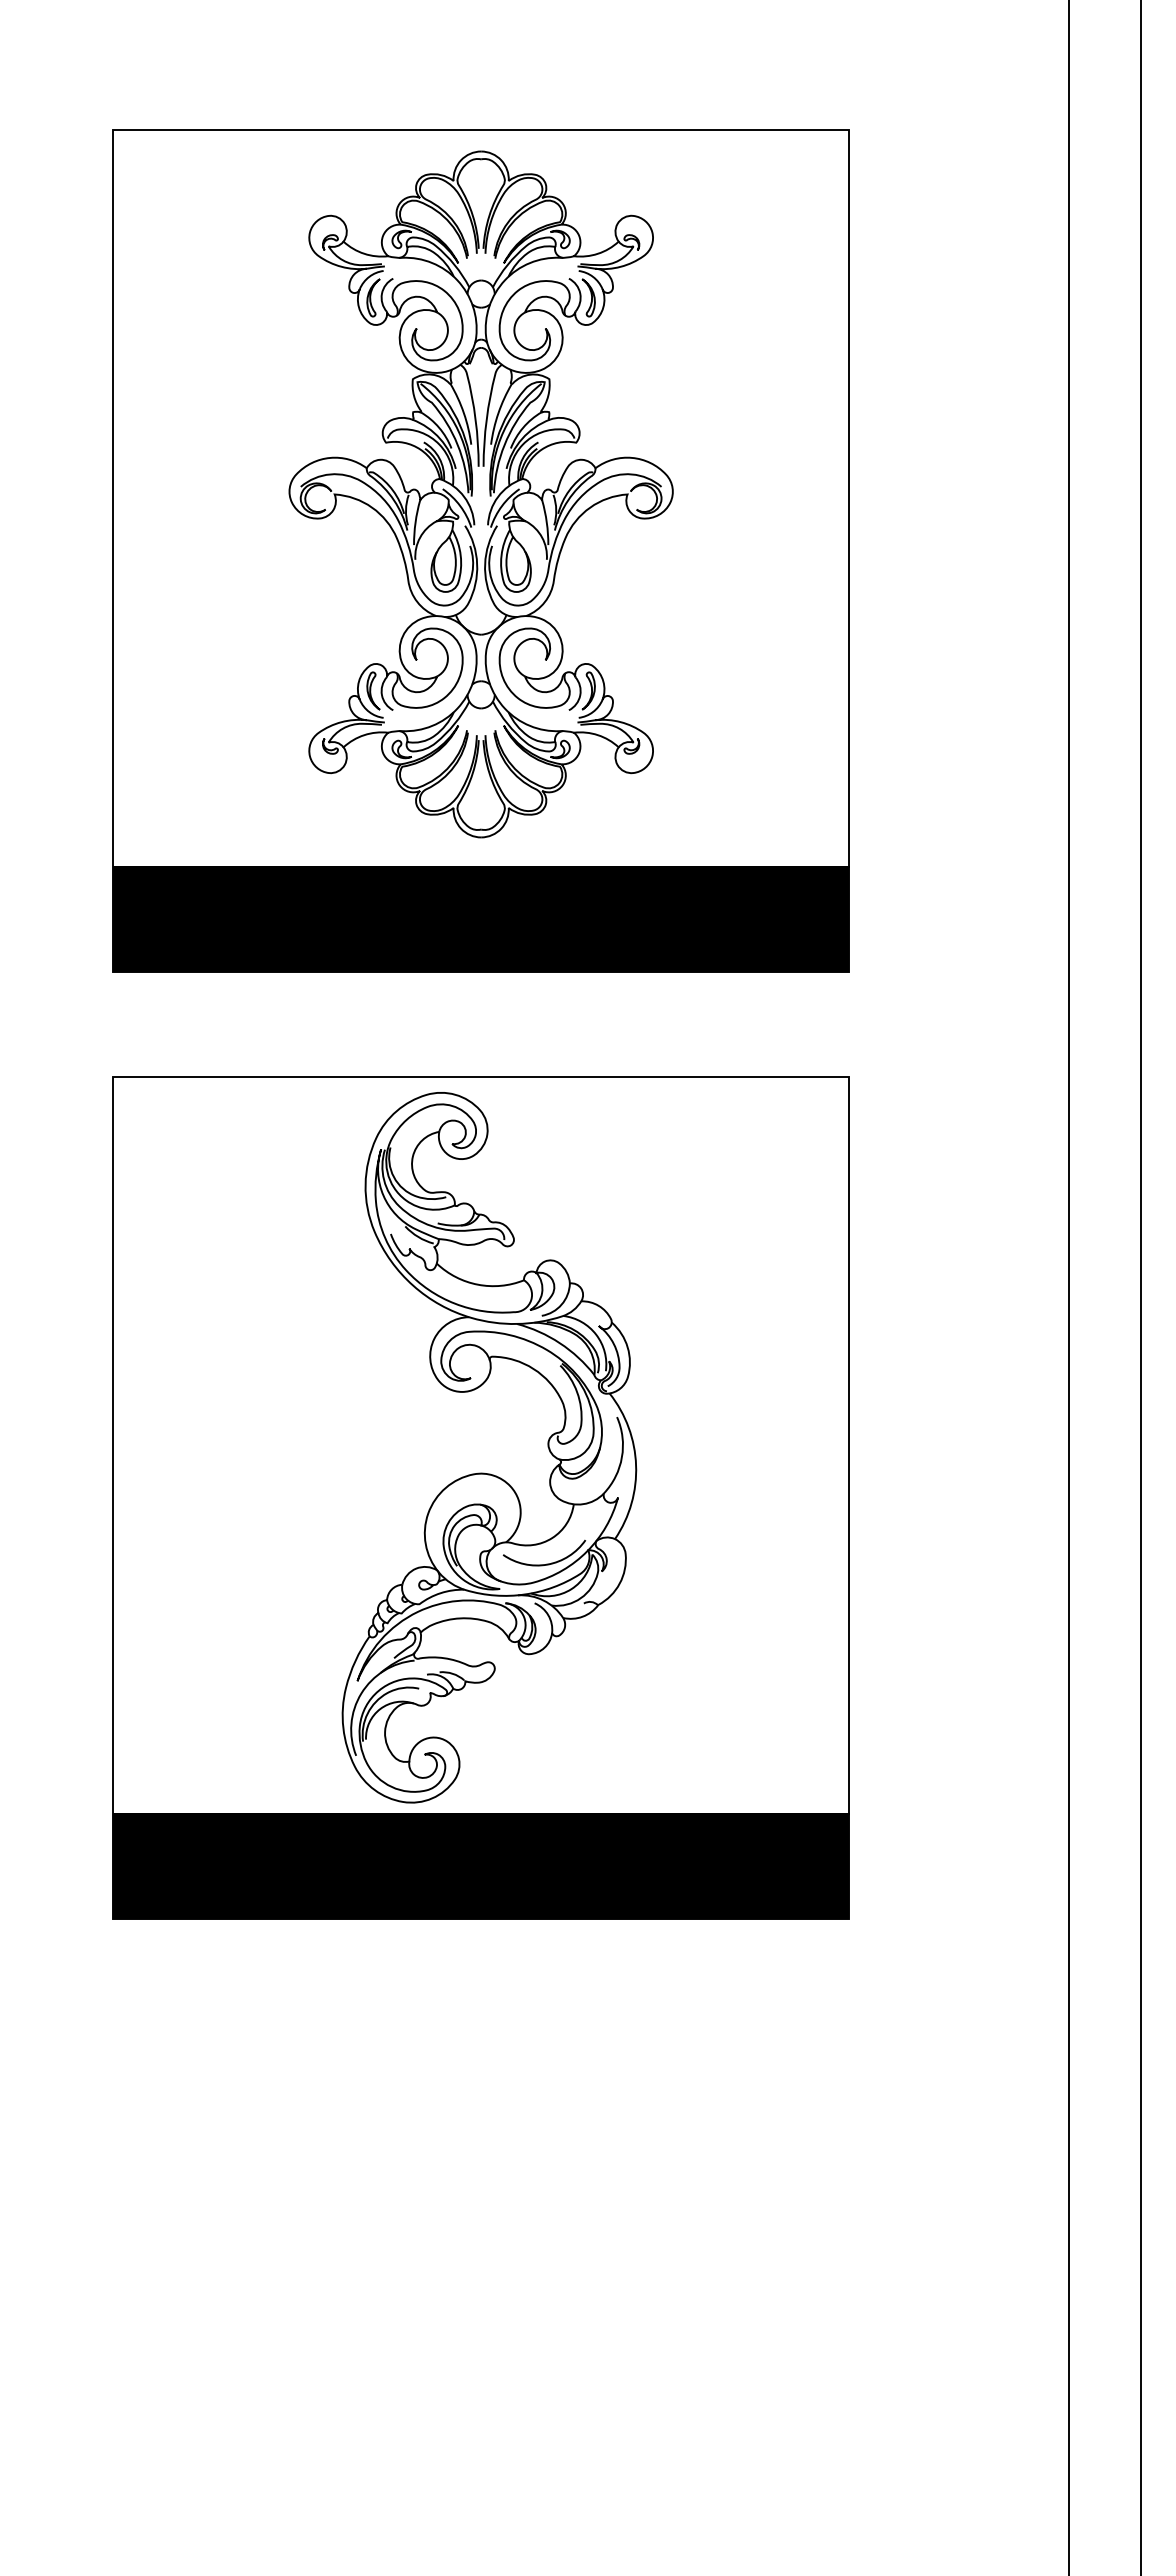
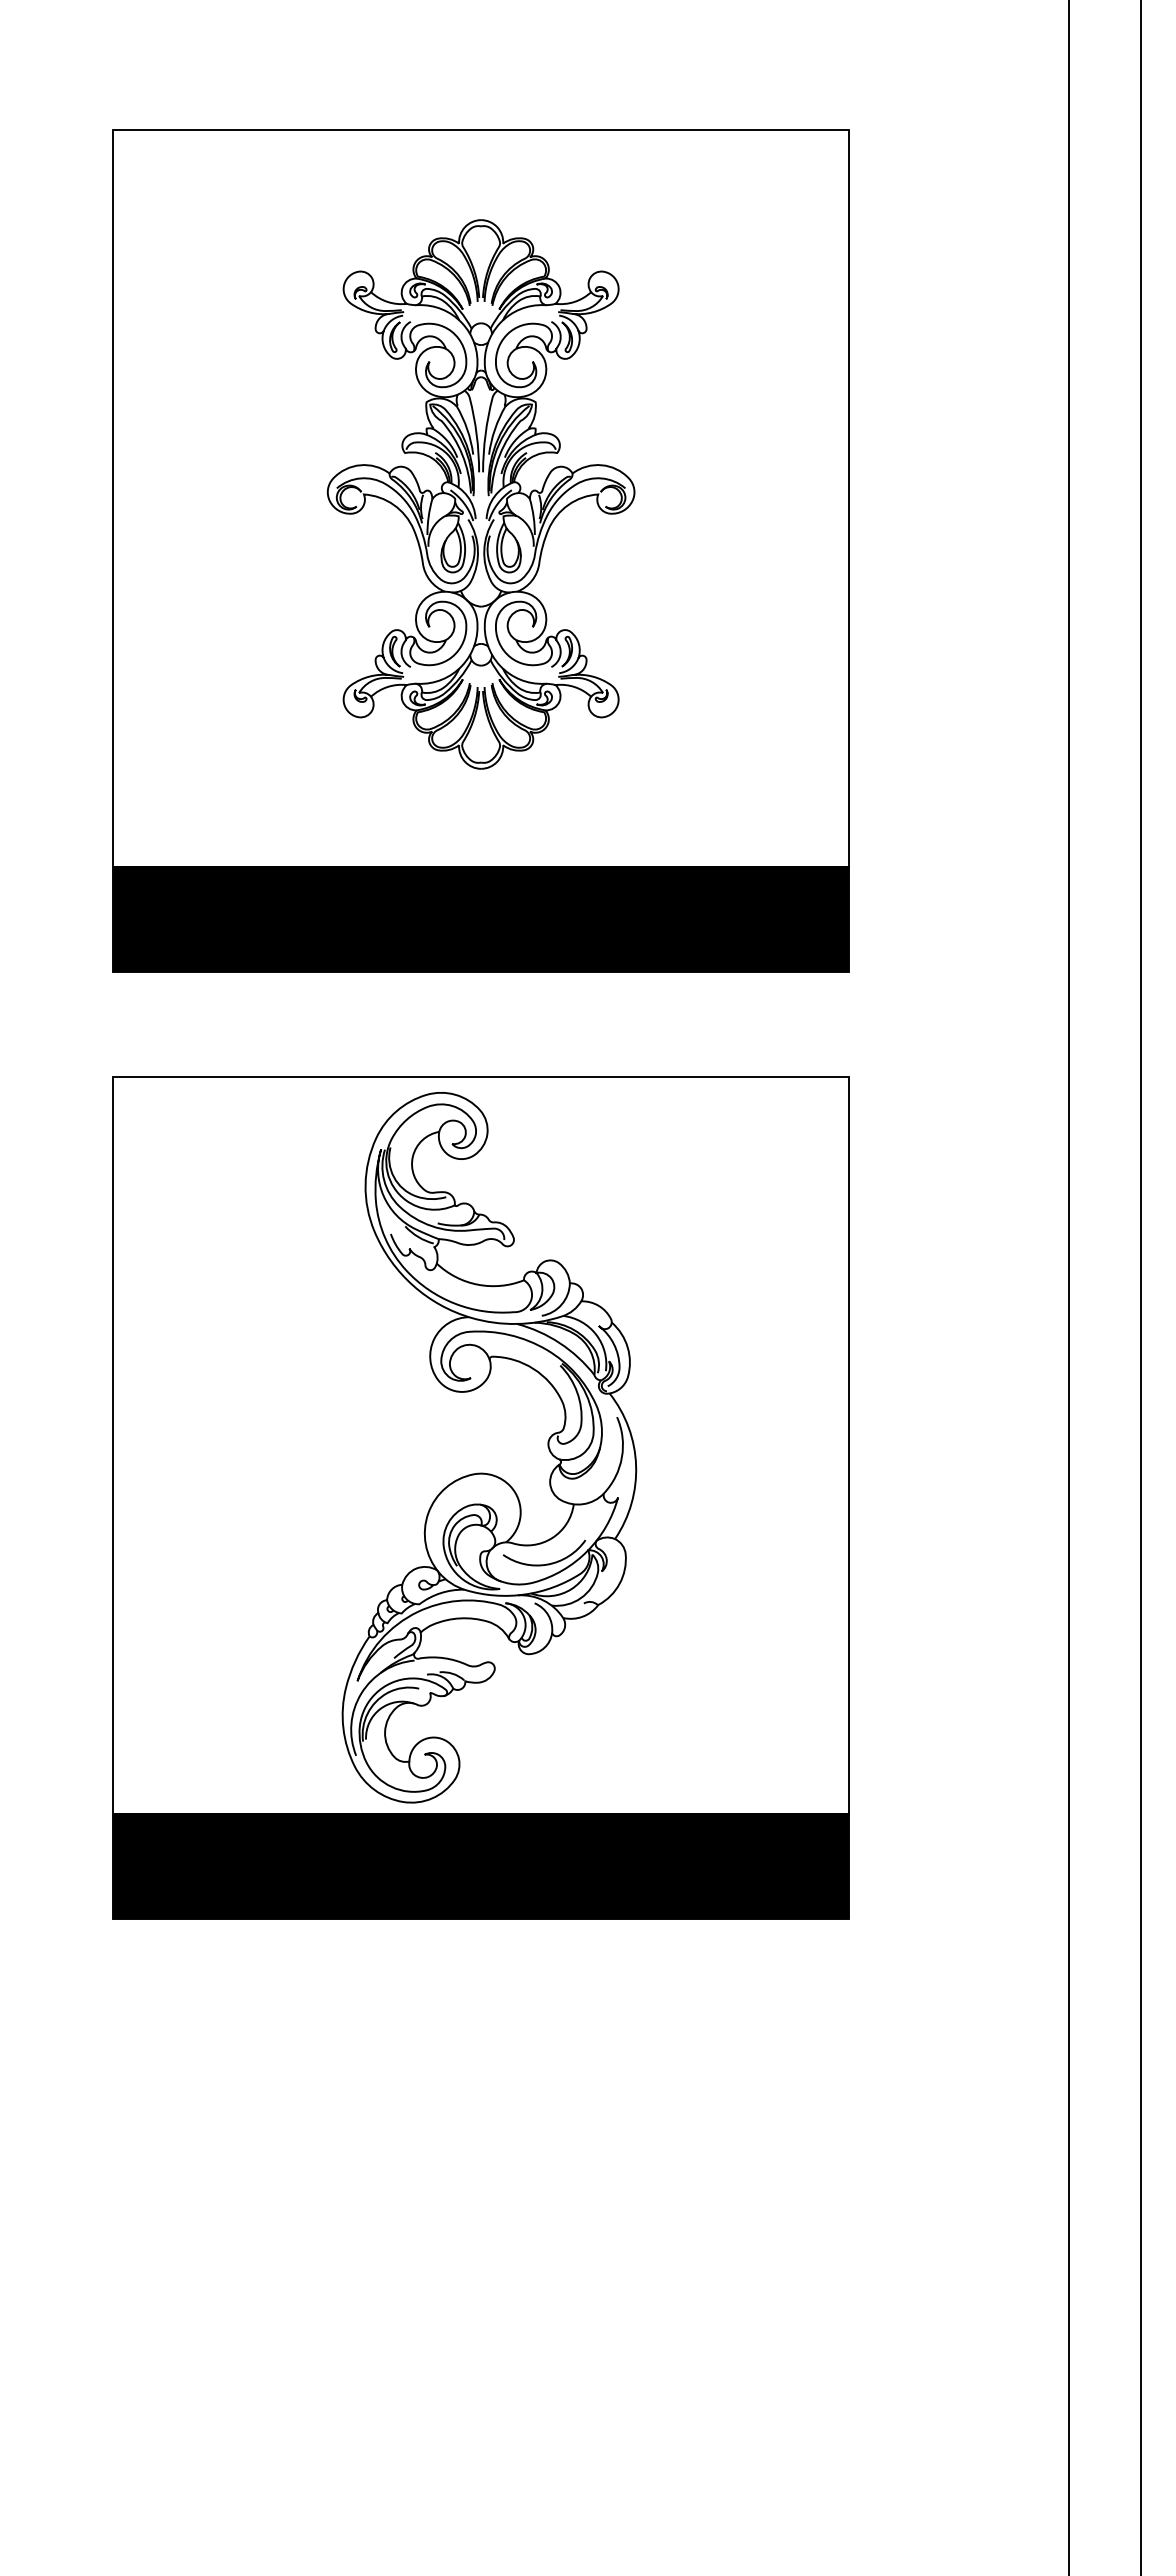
part at (480, 494) size: 386x689 px -> 309x551 px
